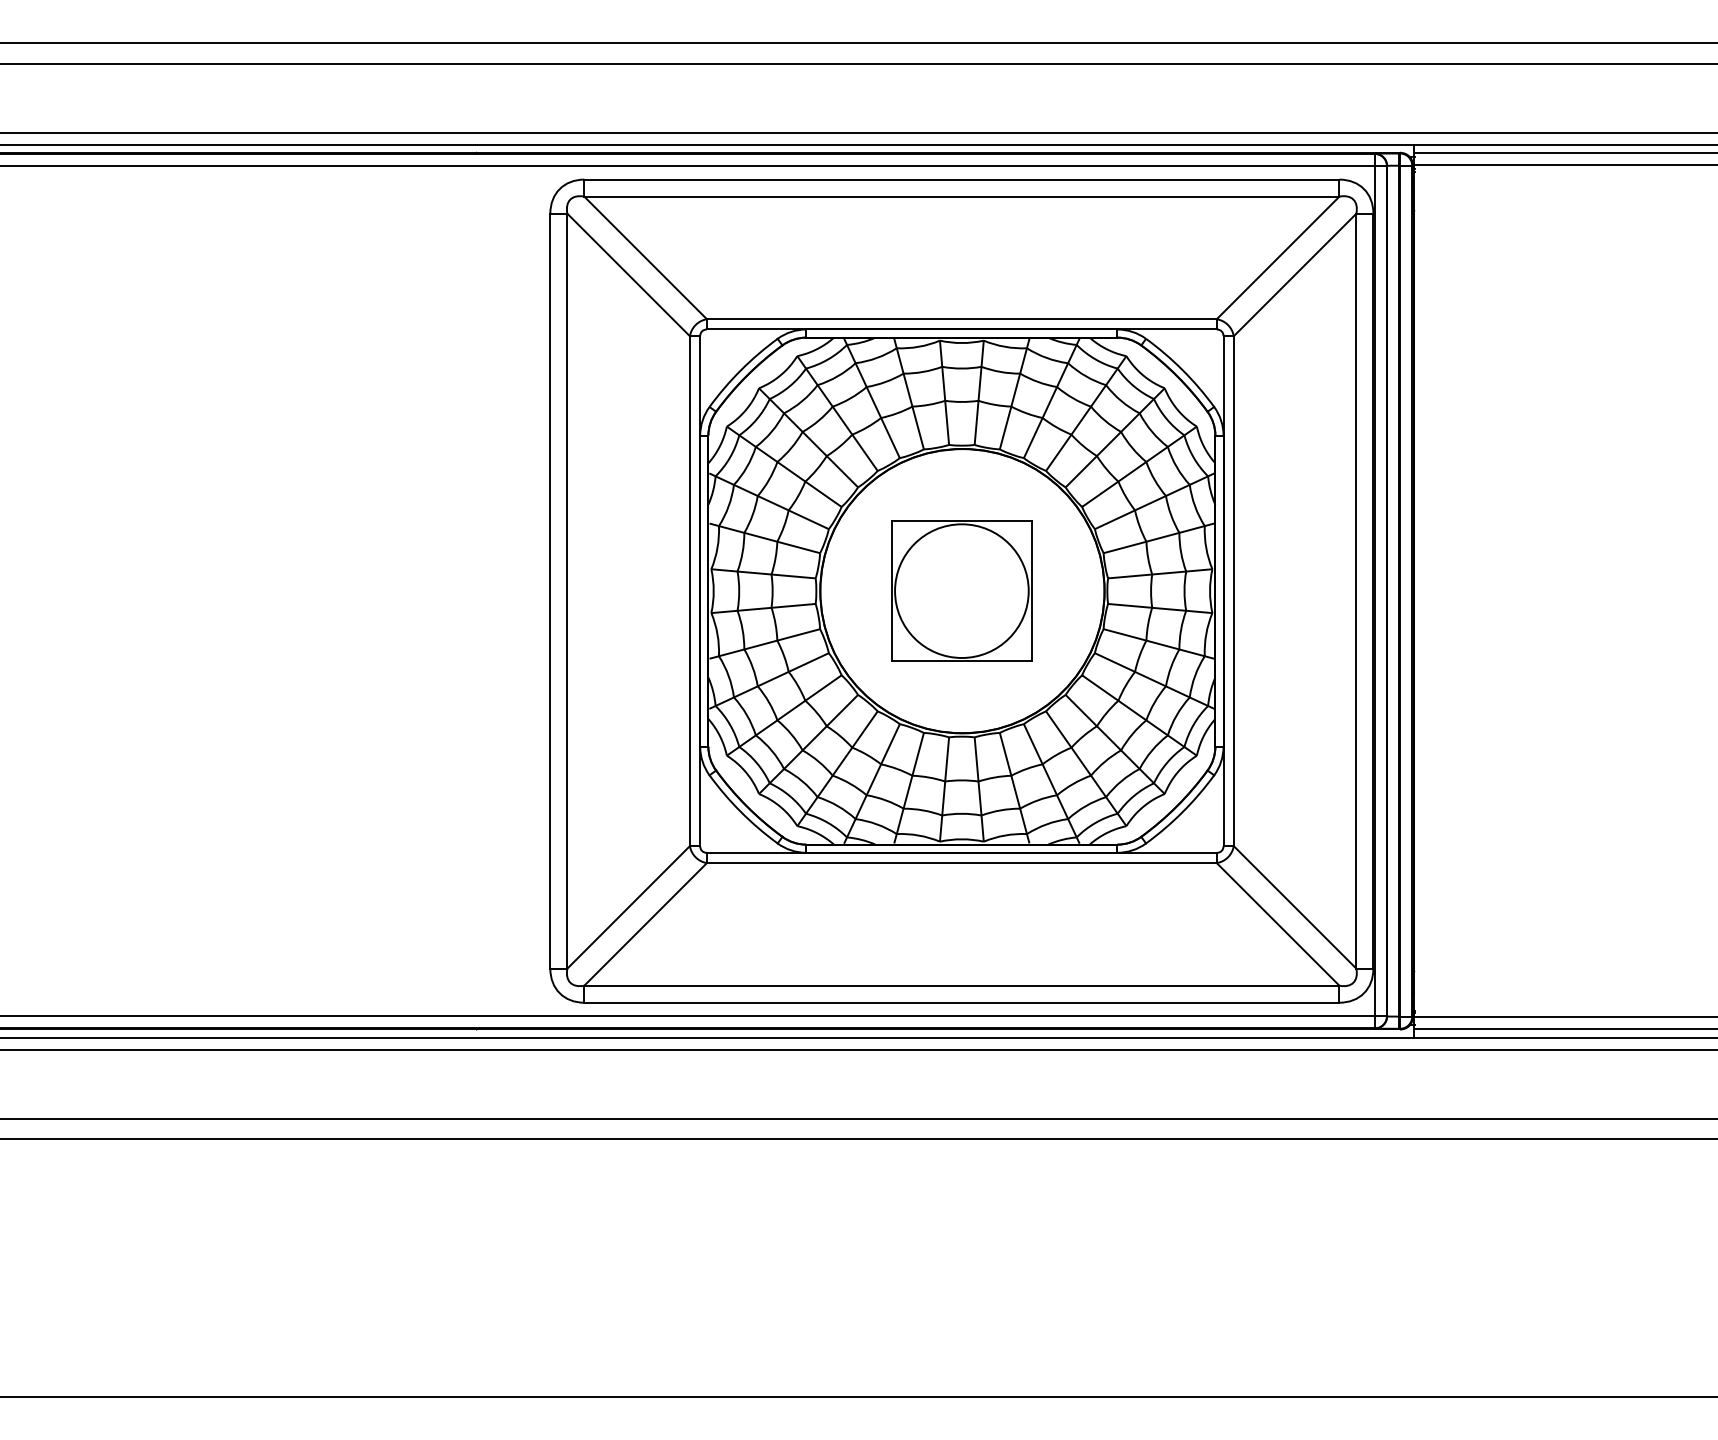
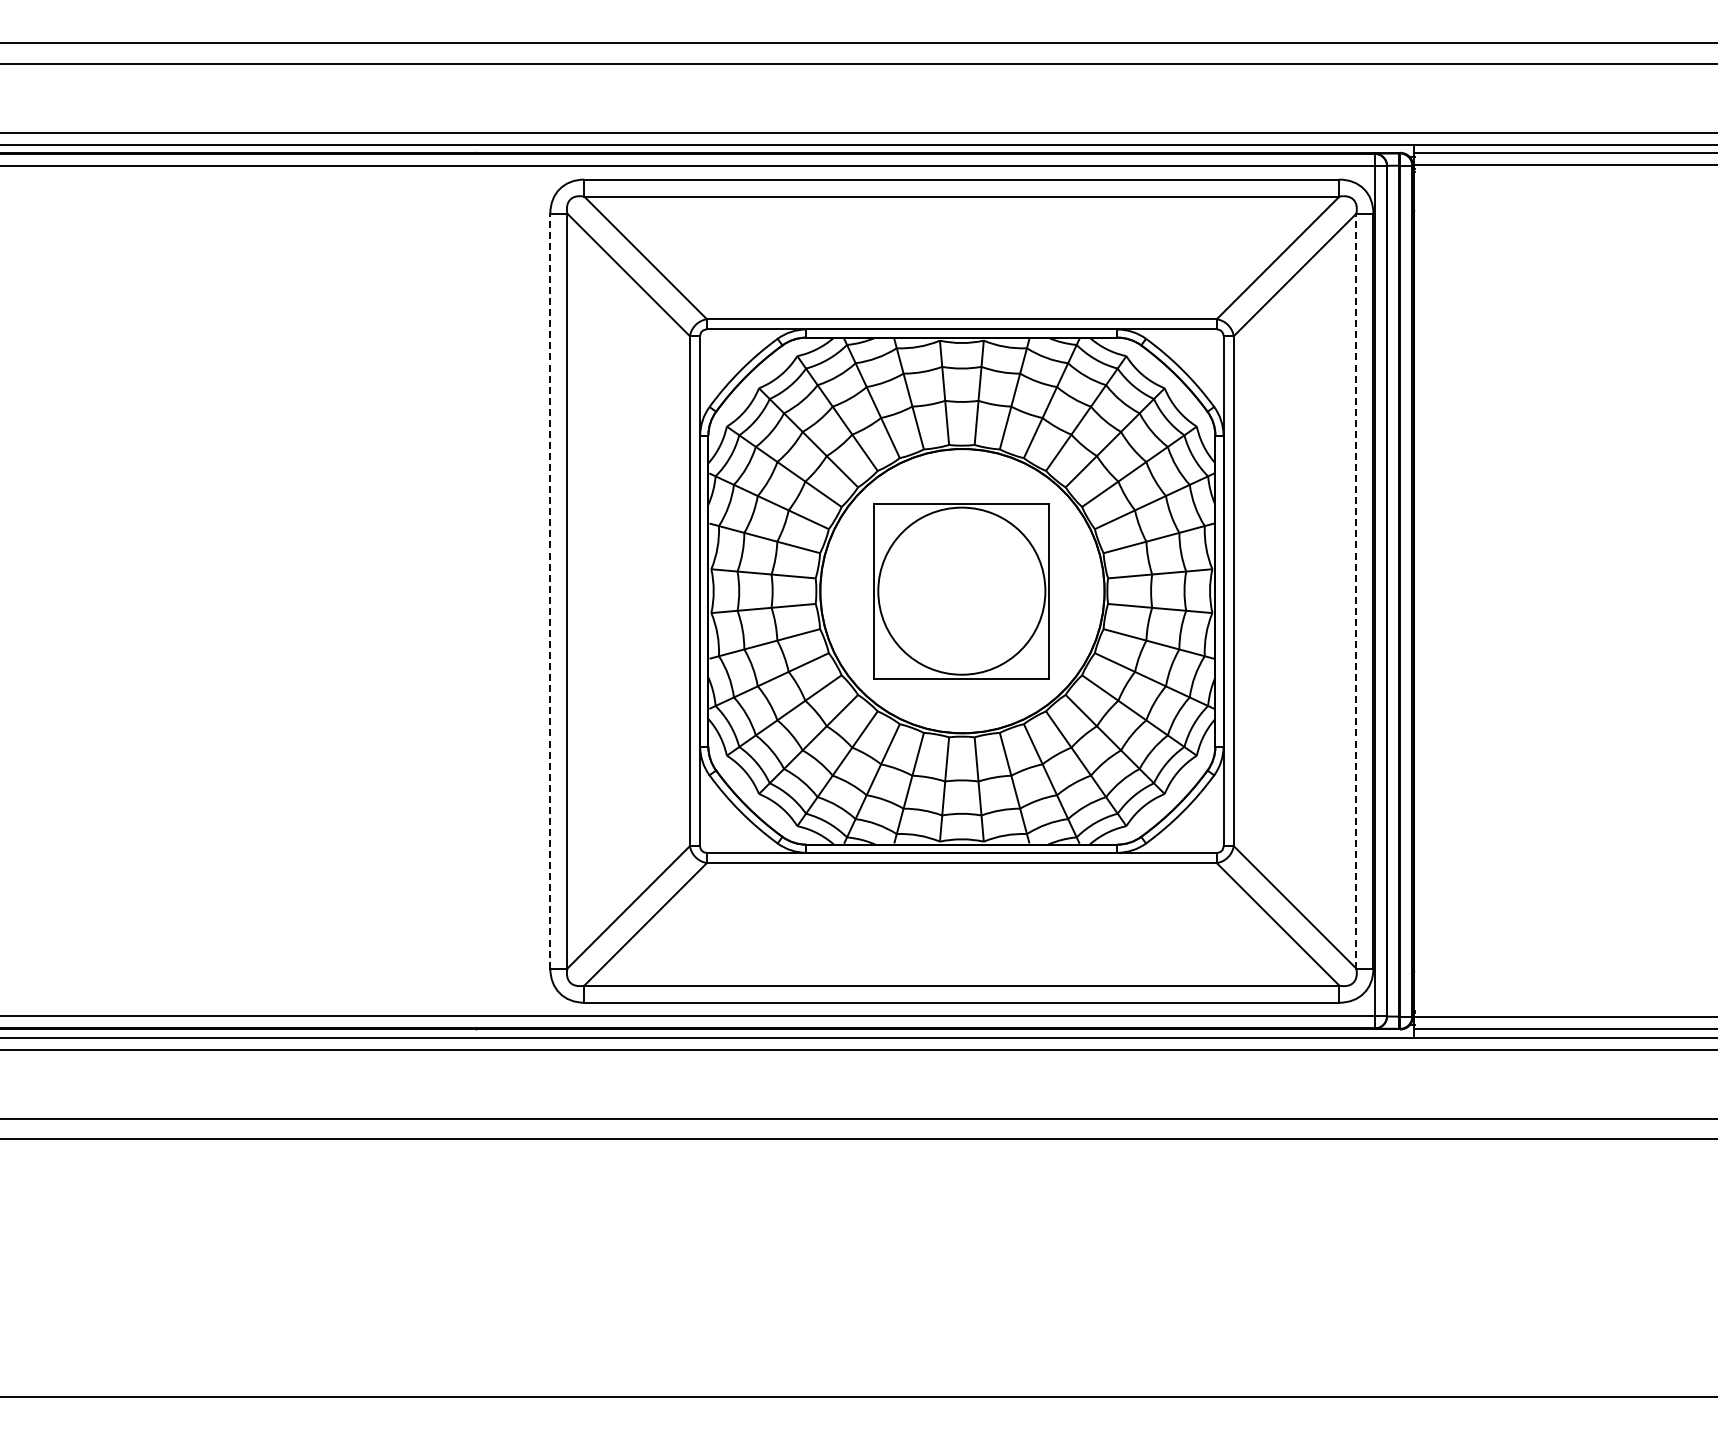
line at (550, 590): solid -> dashed
part at (961, 590) size: 142x142 px -> 177x177 px
line at (1356, 590): solid -> dashed
